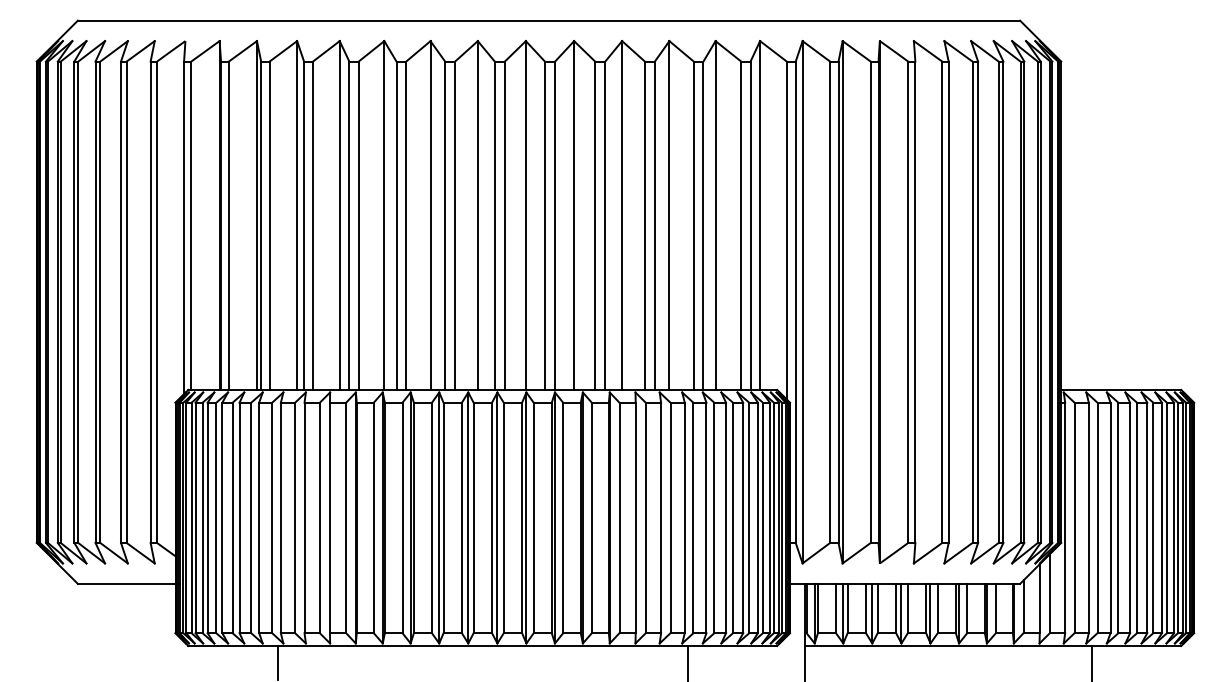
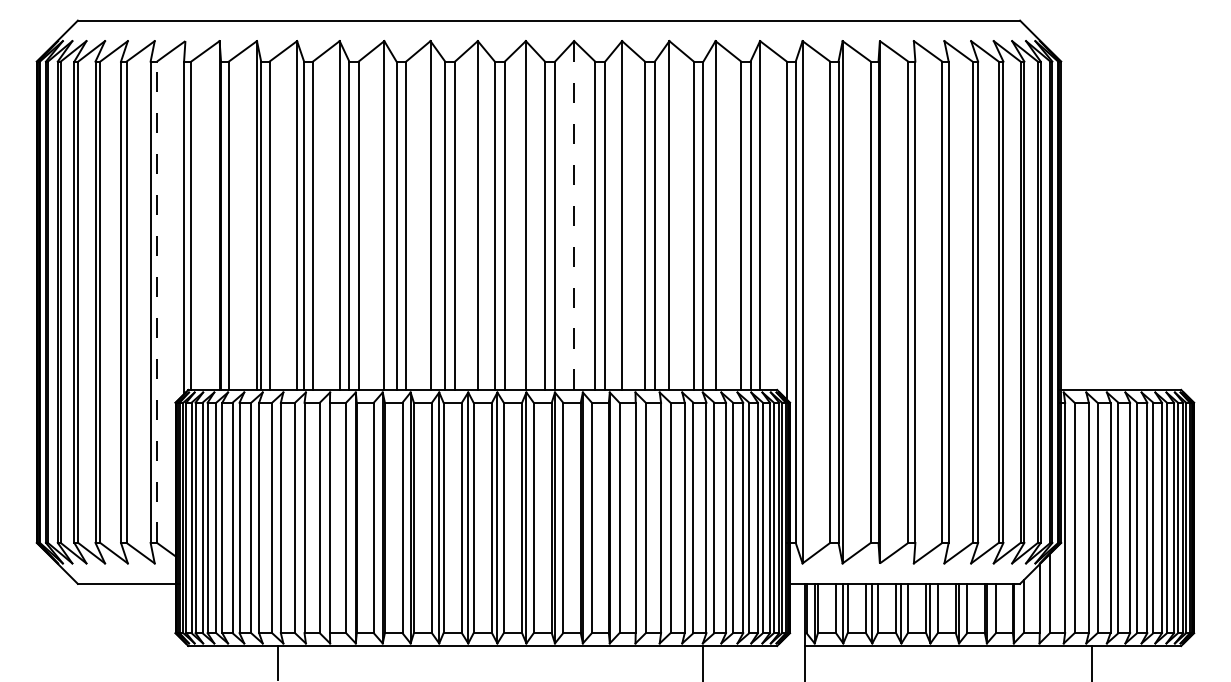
line at (574, 215): solid -> dashed
line at (157, 302): solid -> dashed
line at (687, 661) position: (687, 661) -> (702, 661)
